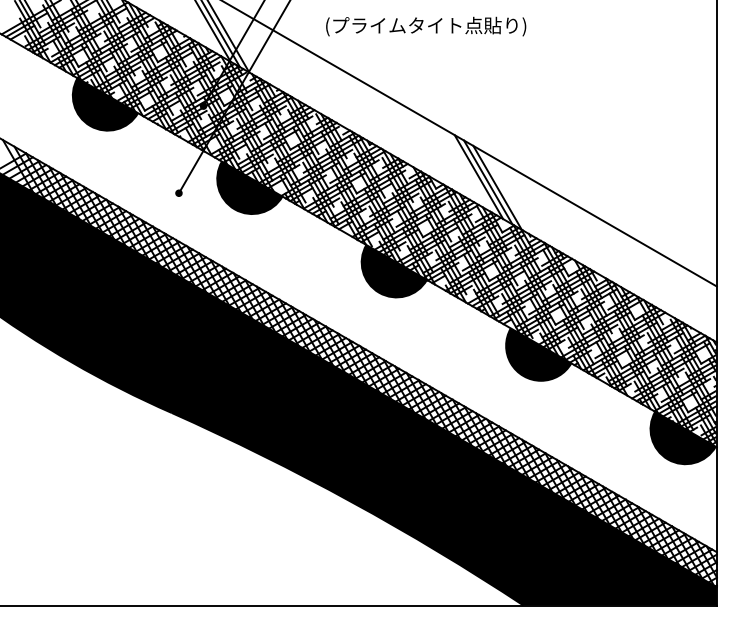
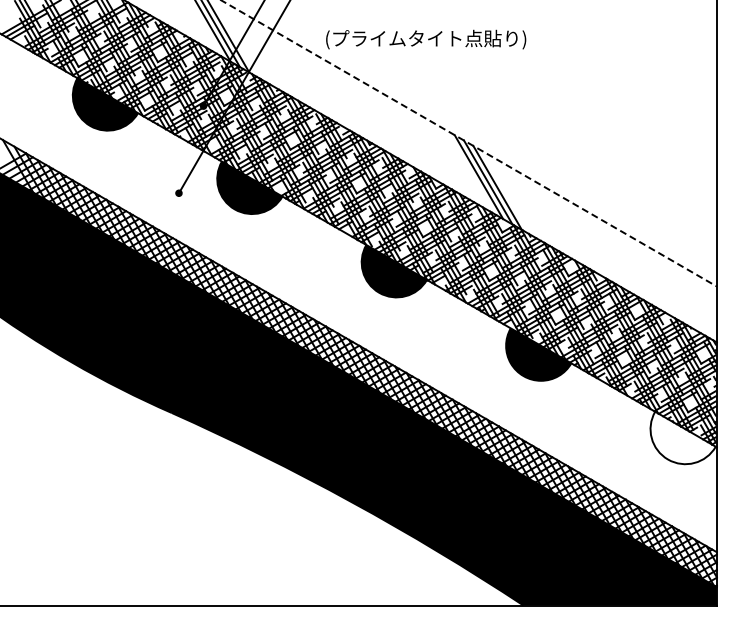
text at (426, 26) position: (426, 26) -> (426, 39)
line at (469, 143): solid -> dashed
fill at (682, 437): present -> none
